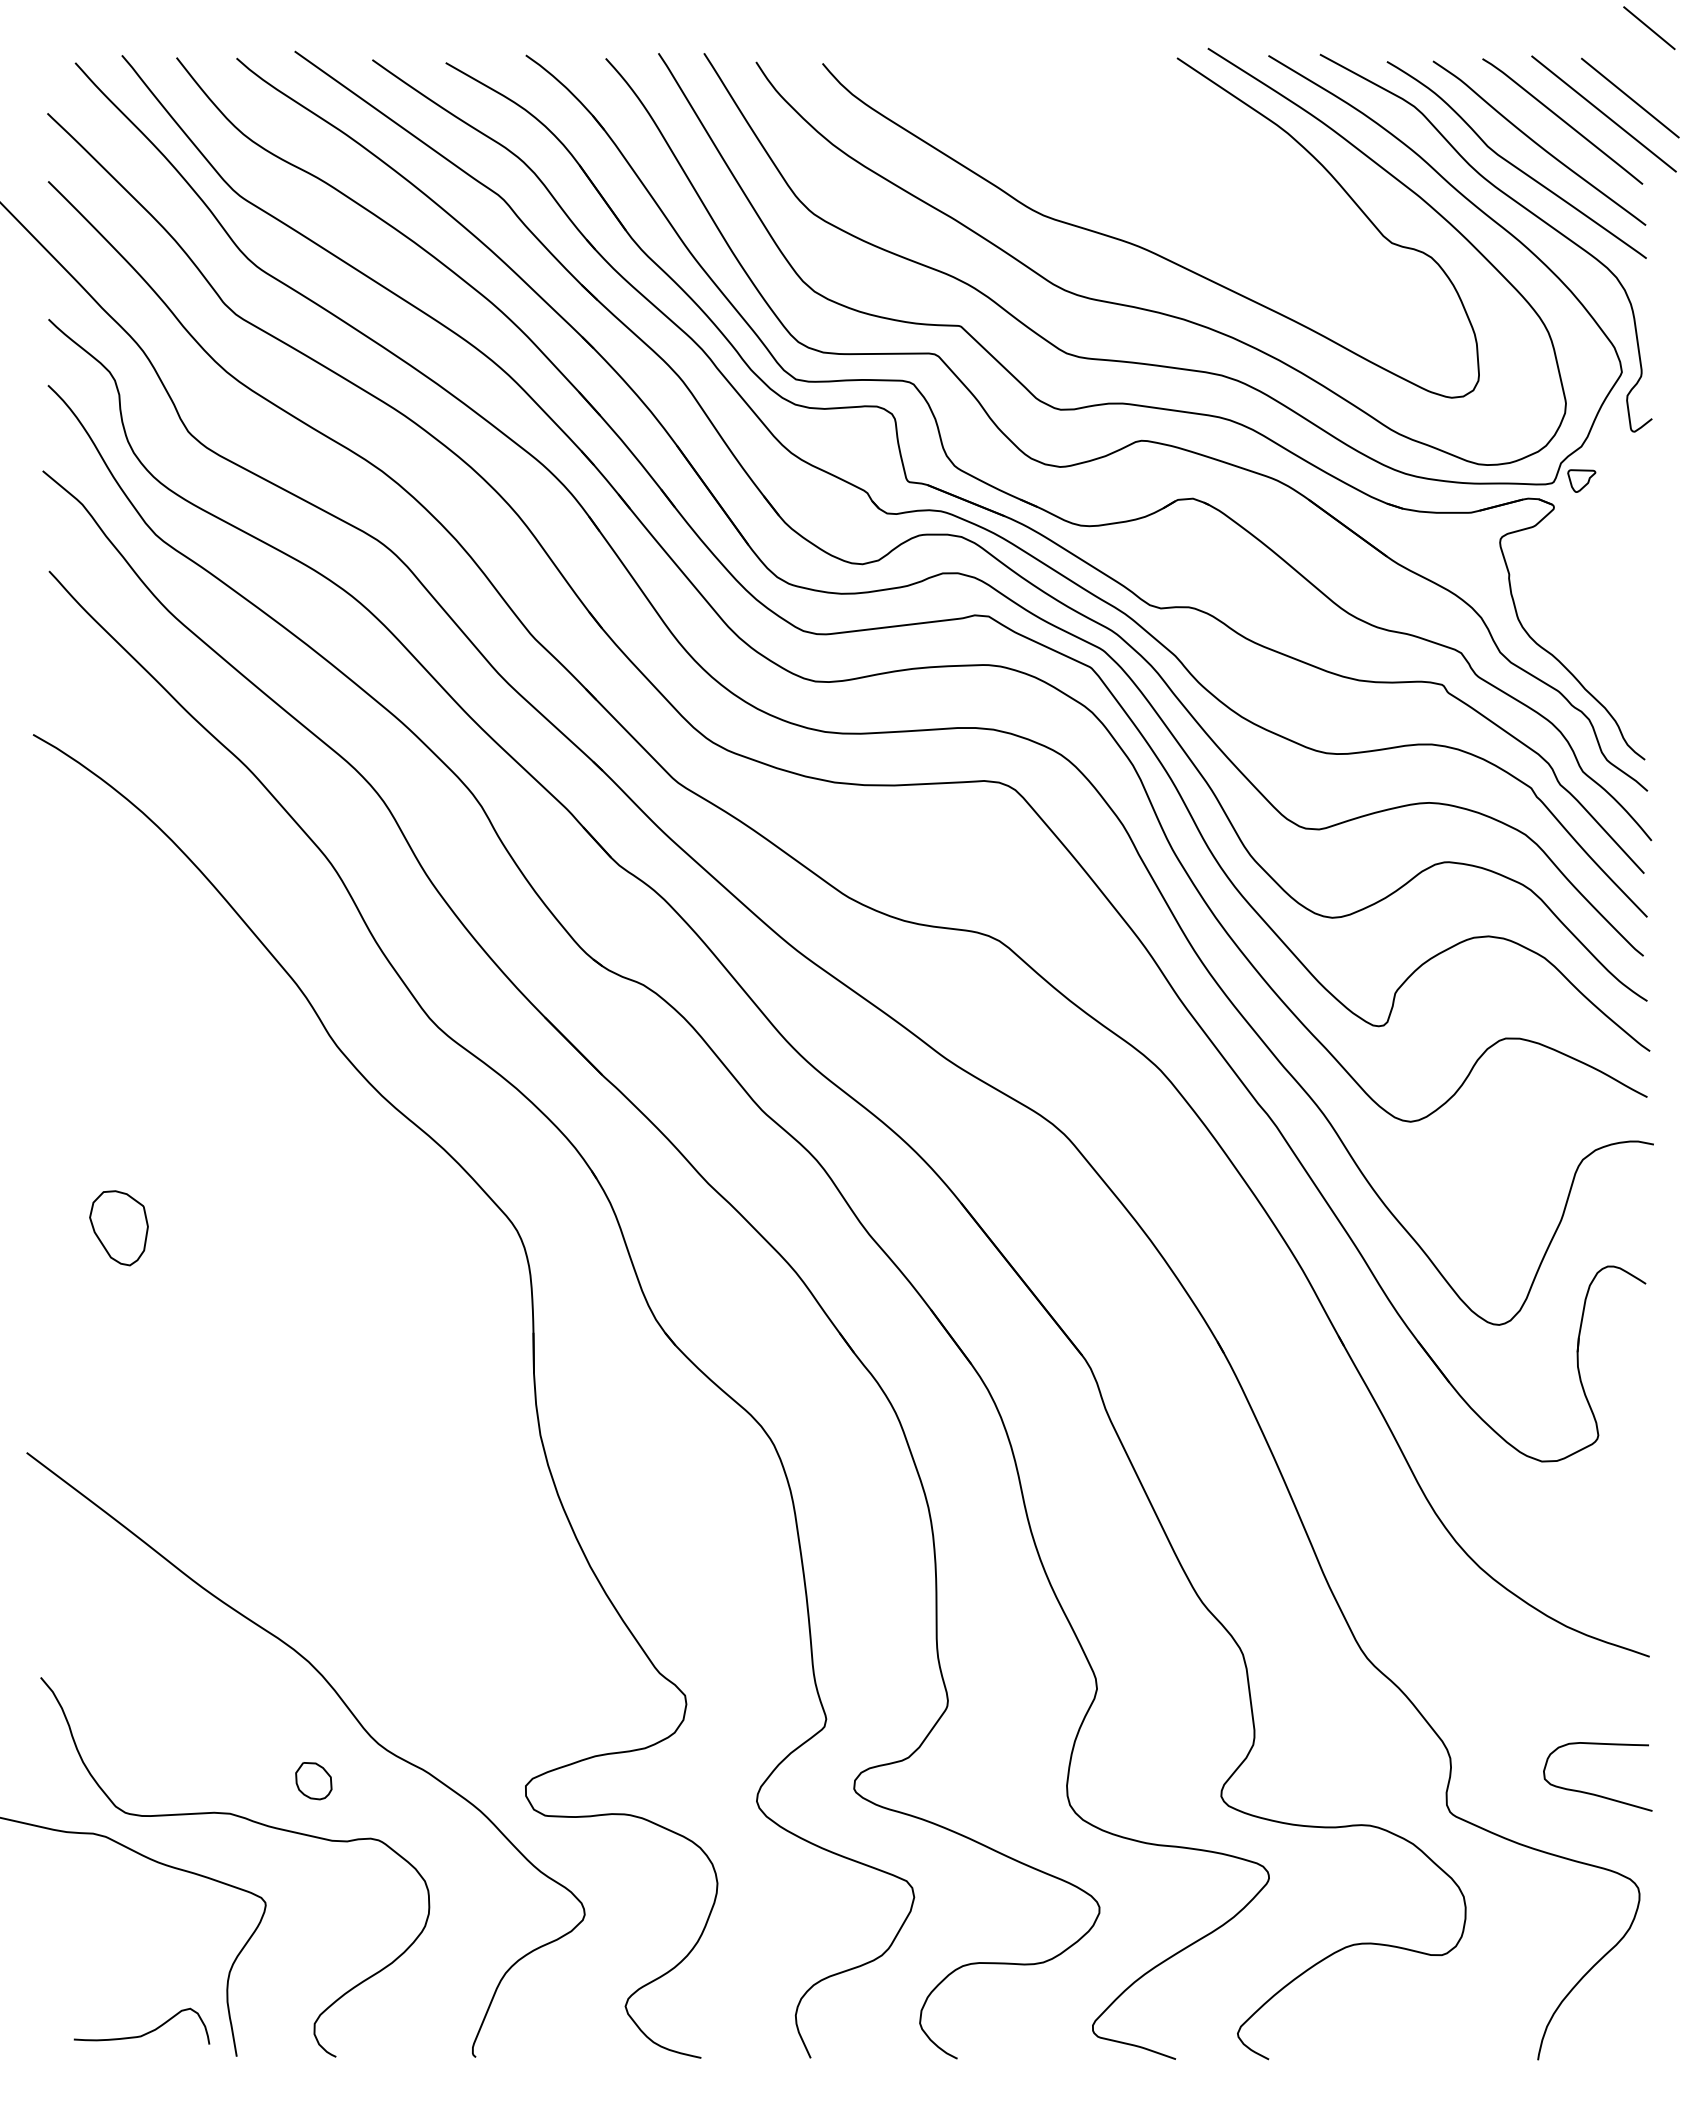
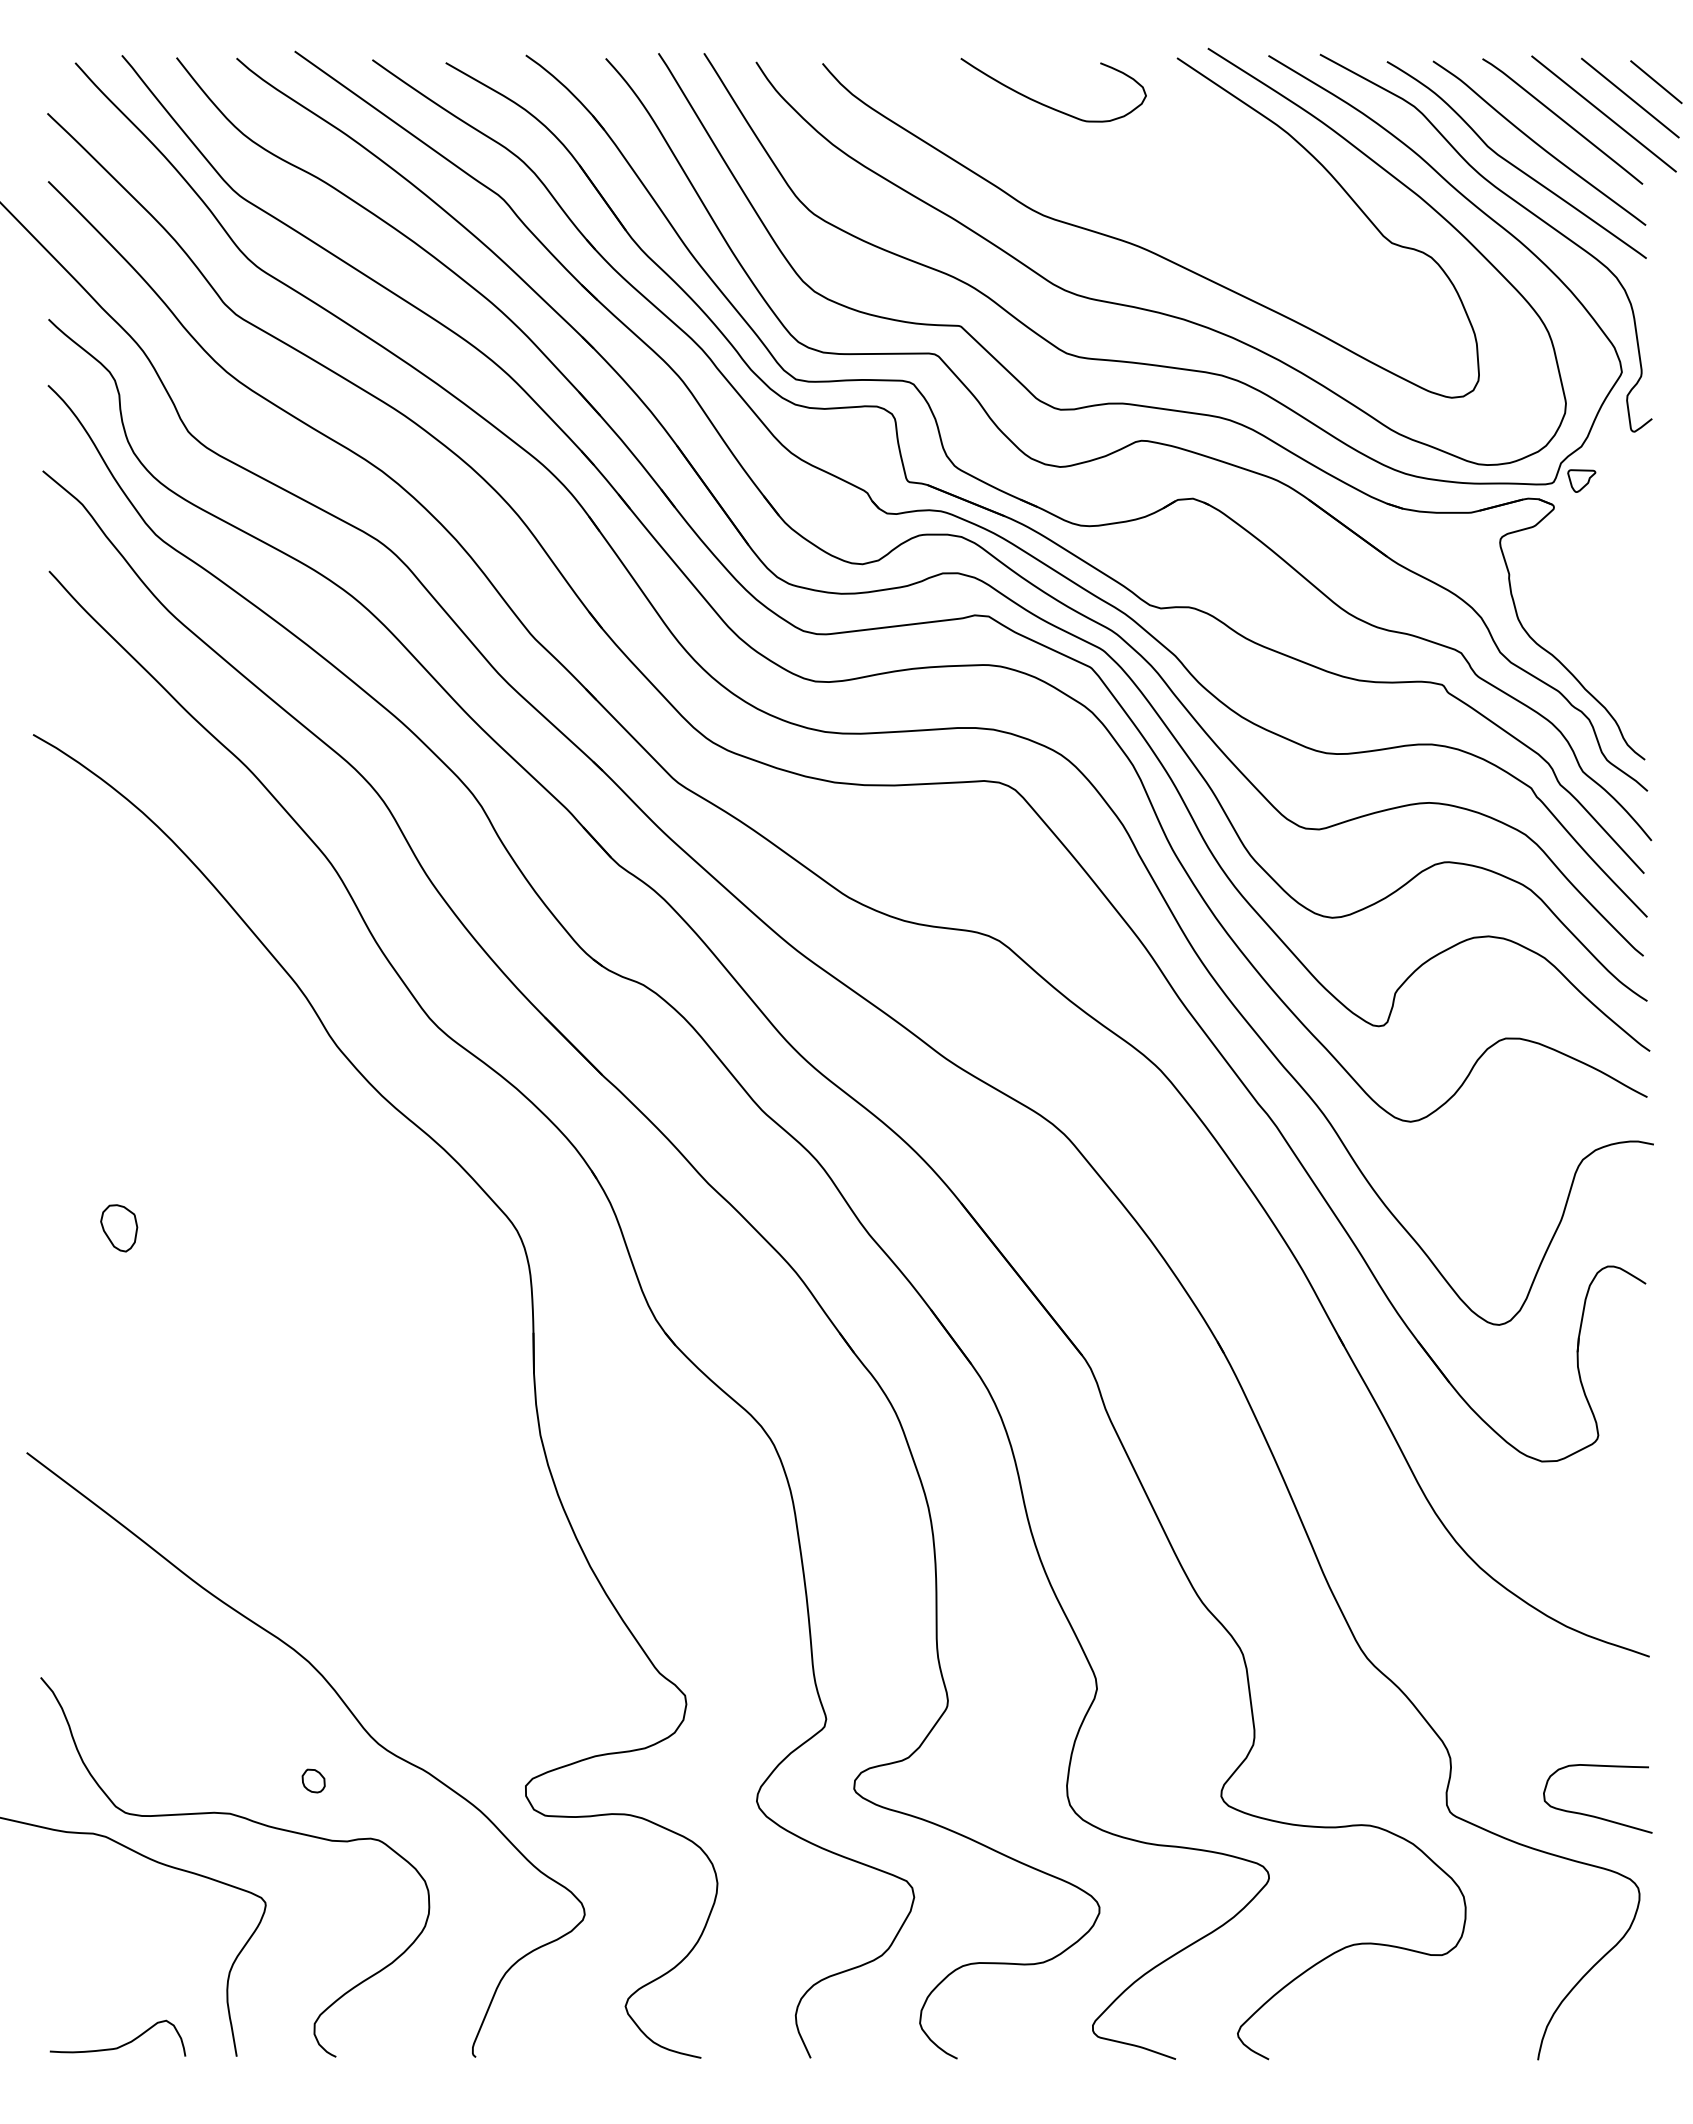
line at (1649, 28) position: (1649, 28) -> (1656, 82)
curve at (1045, 104): none -> present
part at (118, 1228) size: 60x77 px -> 39x49 px
part at (313, 1781) size: 38x39 px -> 25x26 px
curve at (1594, 1793) position: (1594, 1793) -> (1594, 1815)
curve at (144, 2033) position: (144, 2033) -> (120, 2045)
